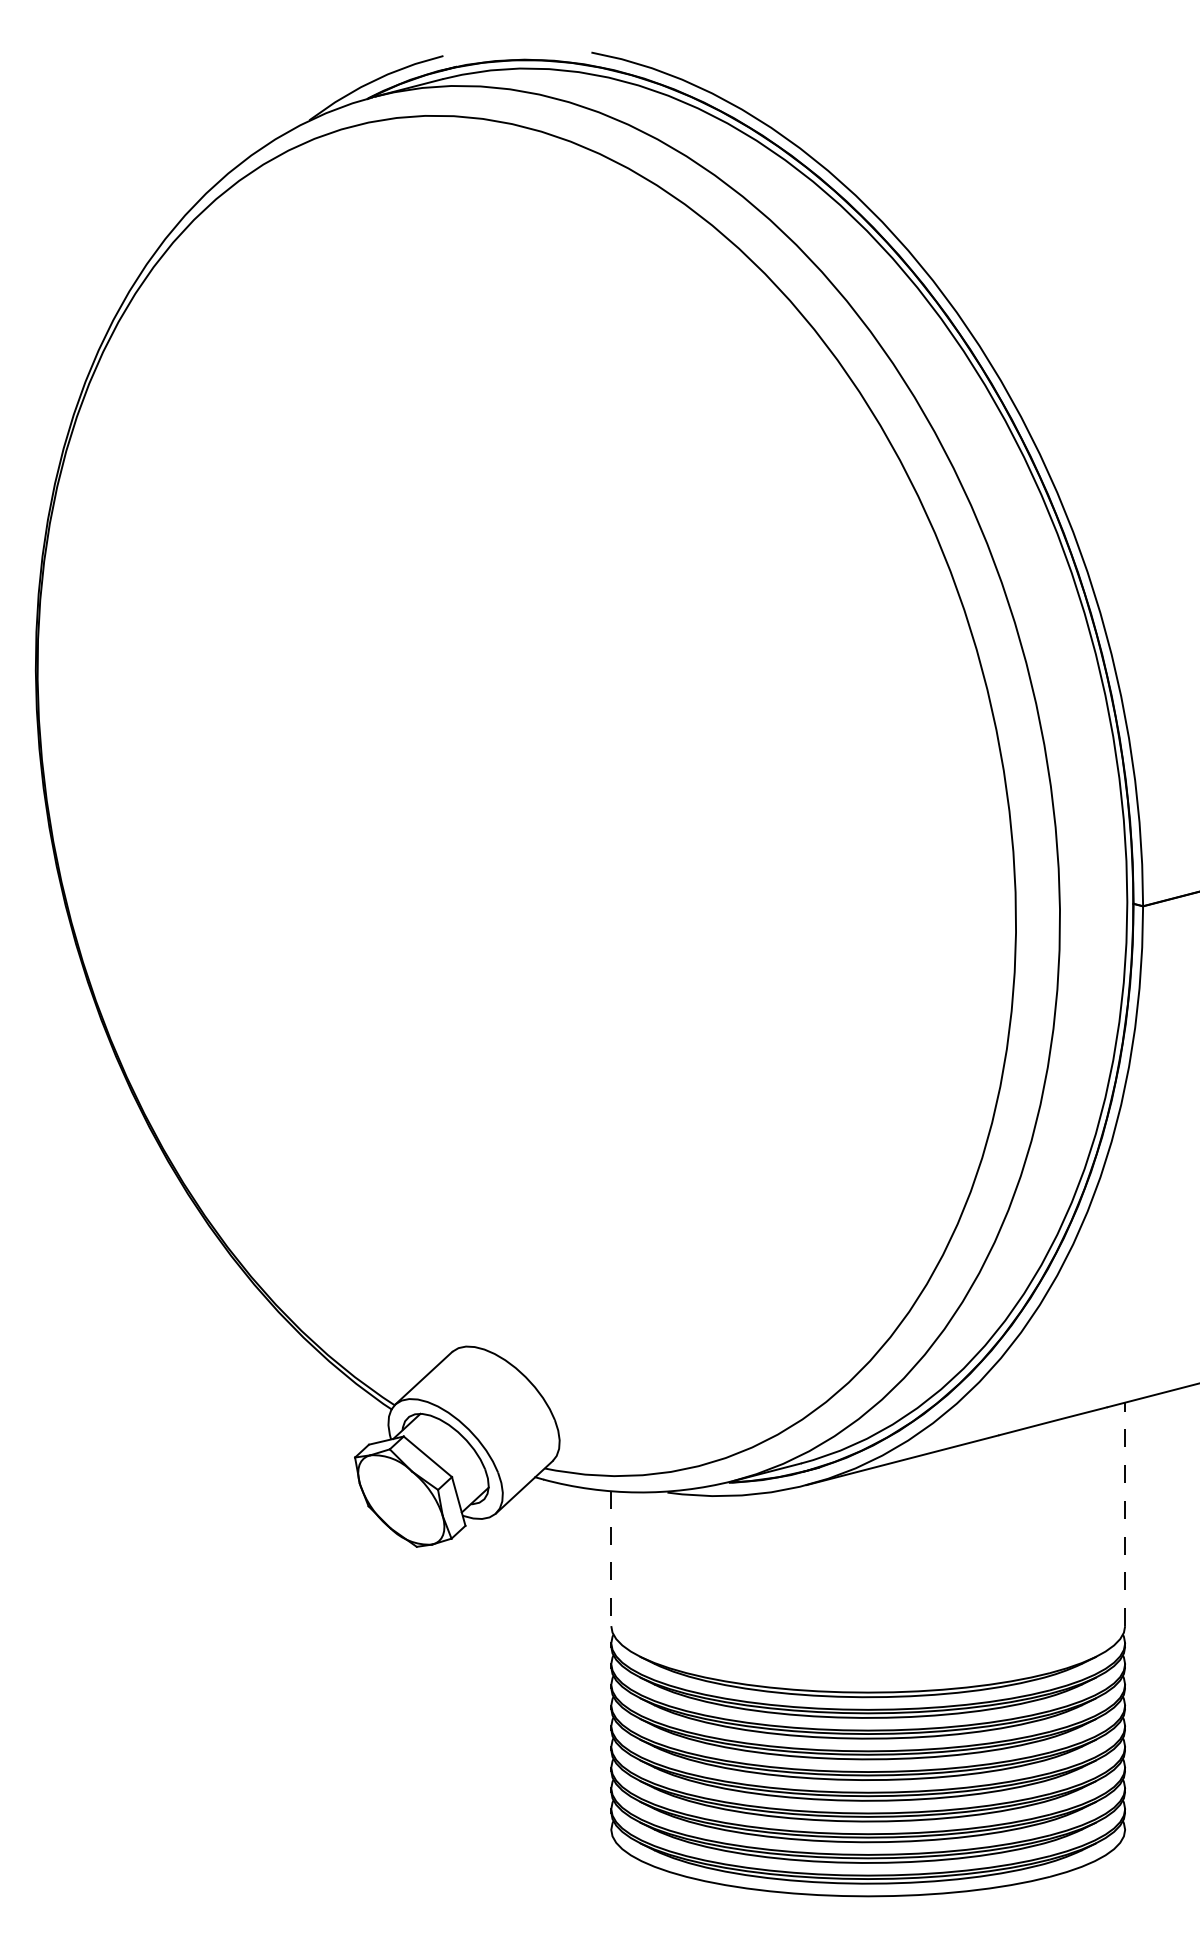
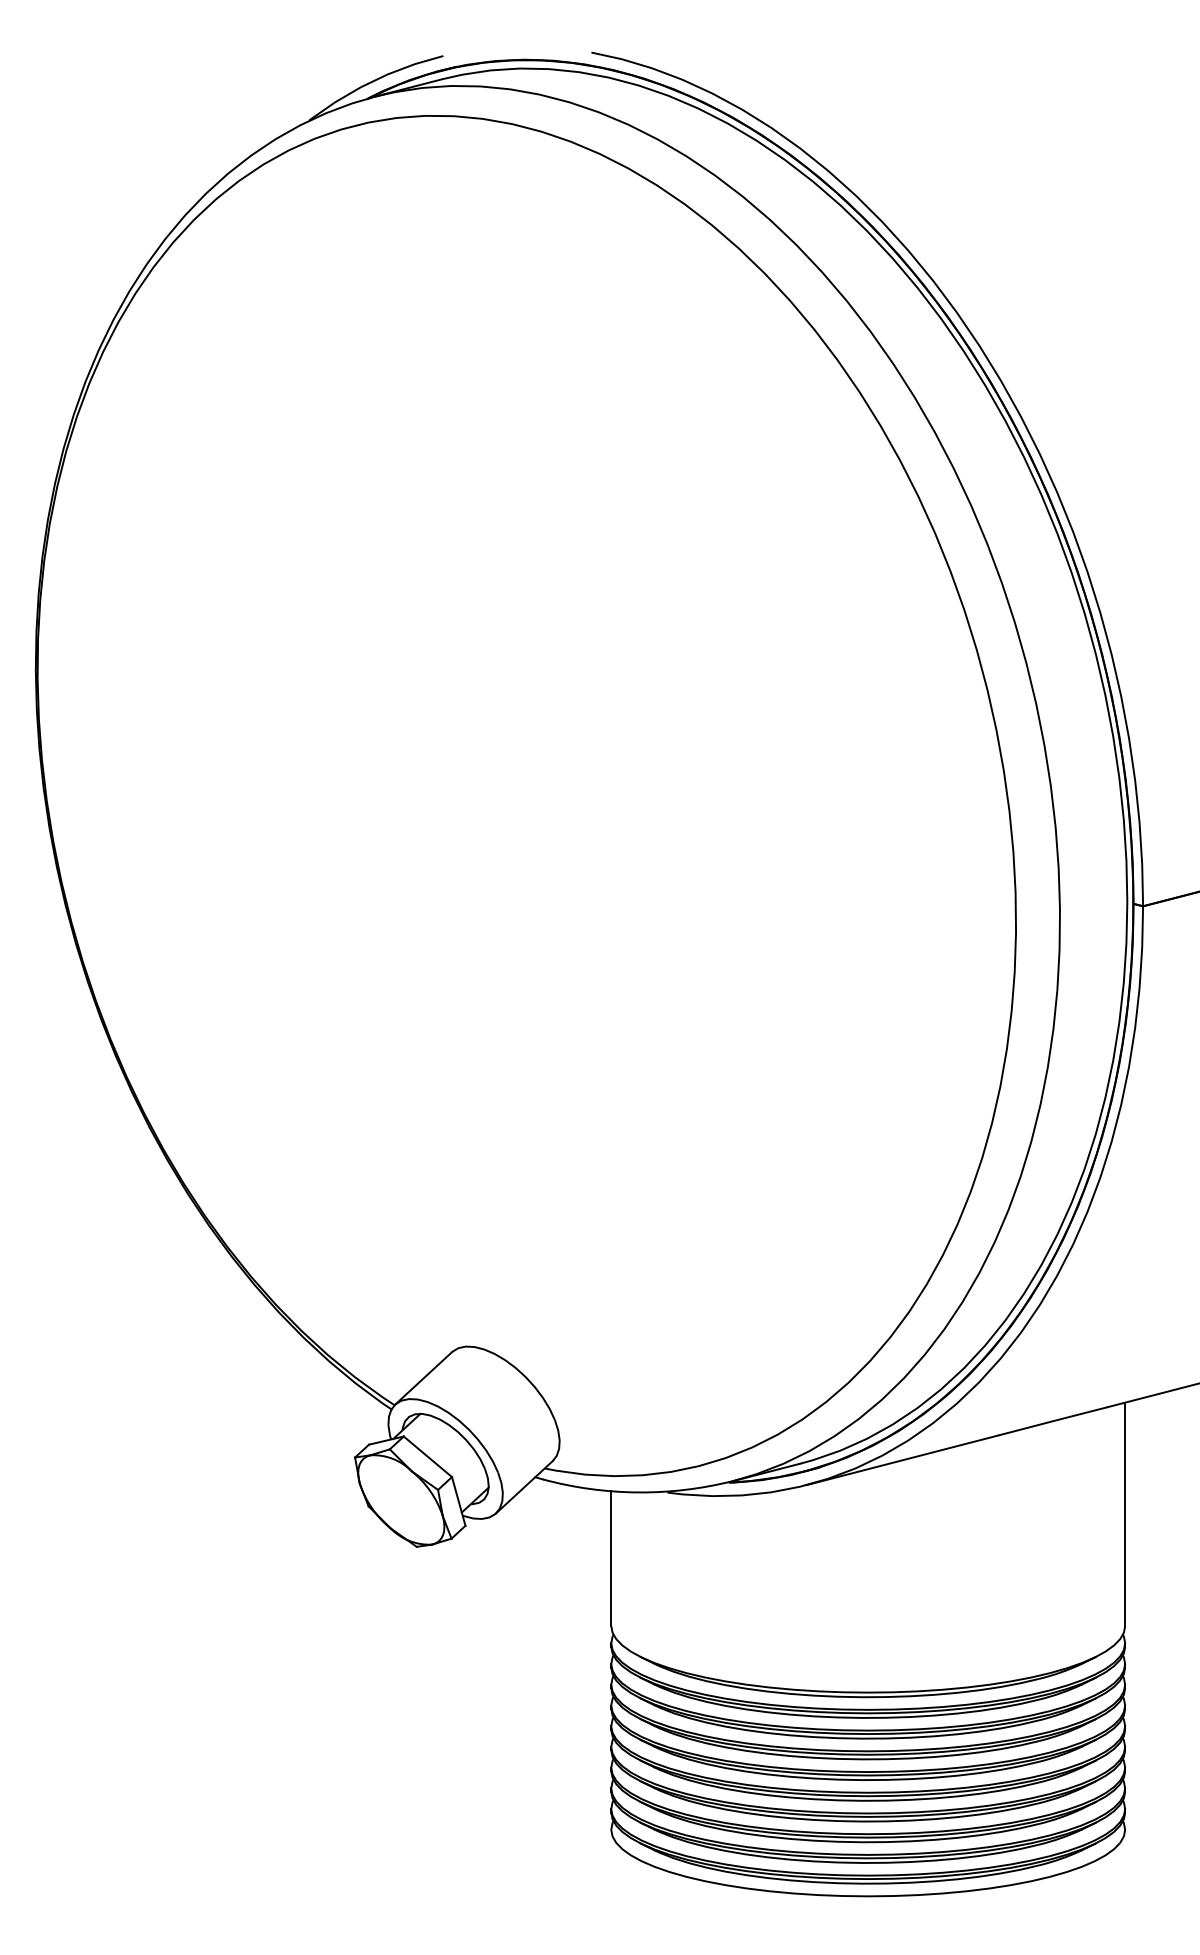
line at (1125, 1514): dashed -> solid
line at (611, 1558): dashed -> solid
